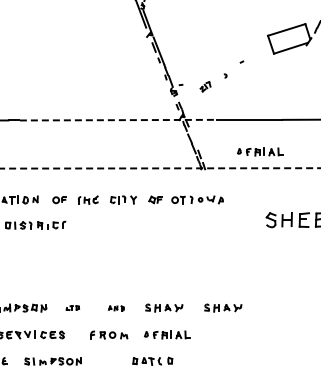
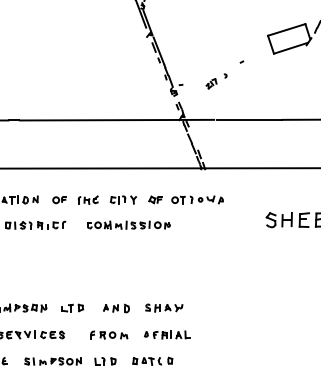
part at (205, 86) position: (205, 86) -> (211, 83)
line at (117, 120): dashed -> solid
part at (260, 151): present -> none
line at (160, 168): dashed -> solid
part at (128, 224): none -> present
part at (72, 307) size: 15x6 px -> 24x10 px
part at (223, 307): present -> none
part at (116, 308) size: 17x7 px -> 27x11 px
part at (105, 361): none -> present
